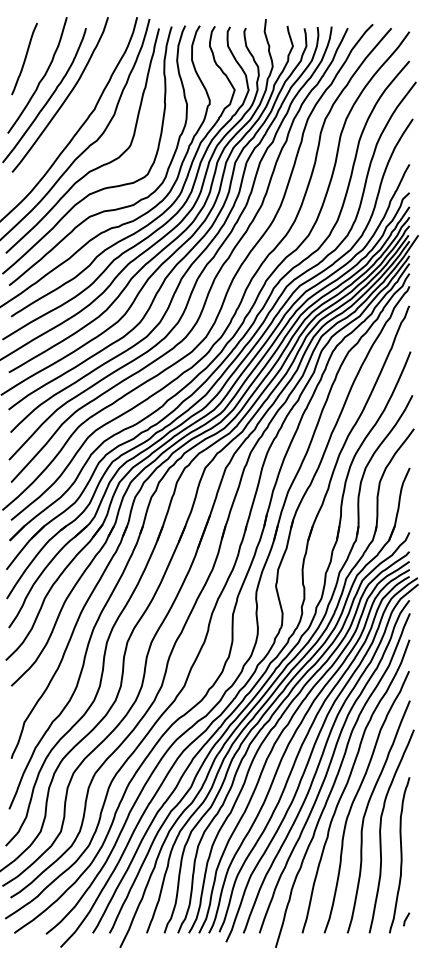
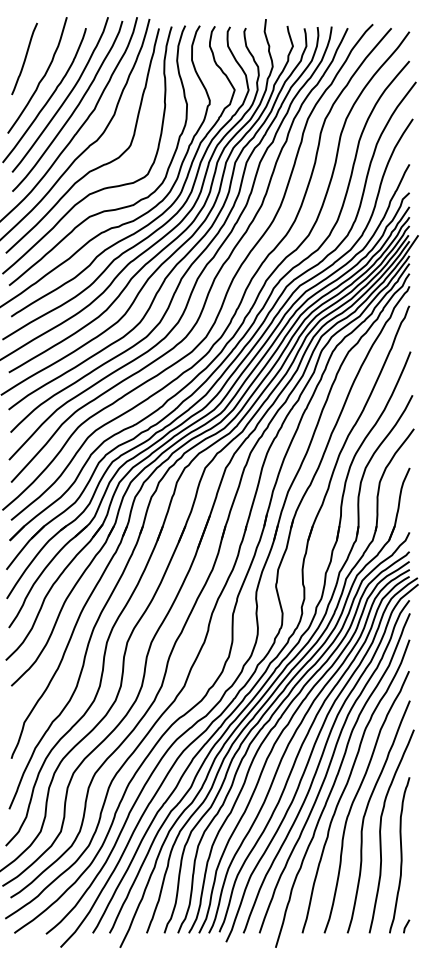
curve at (74, 108): none -> present
line at (406, 919) position: (406, 919) -> (406, 926)
